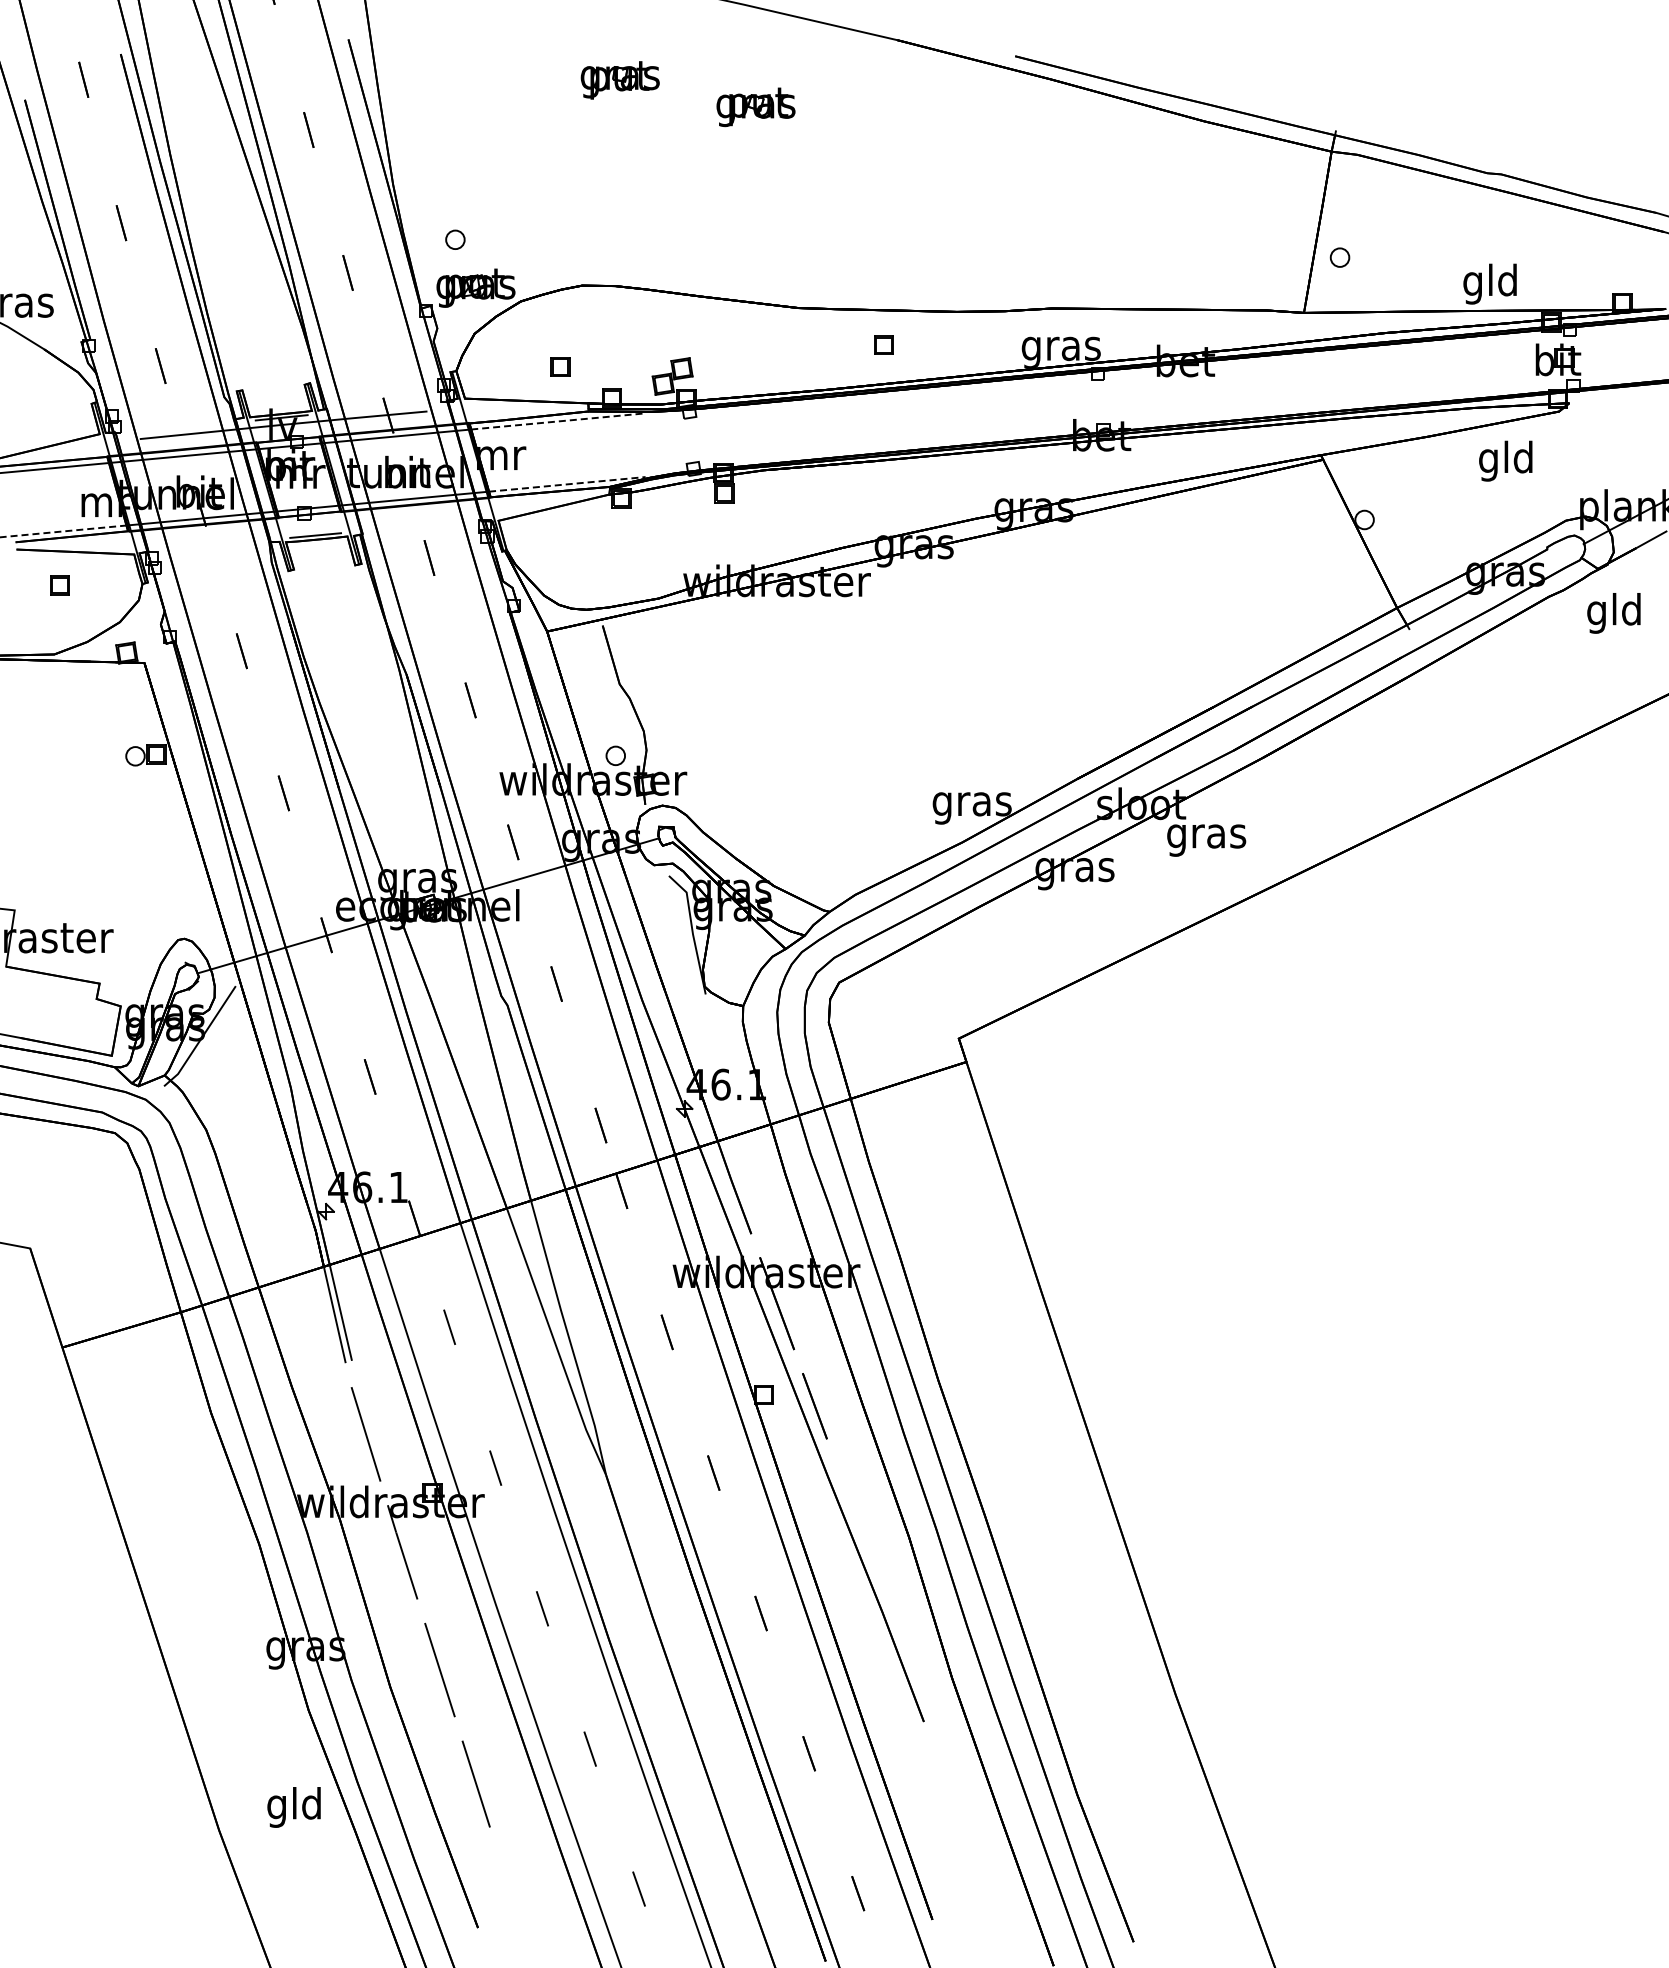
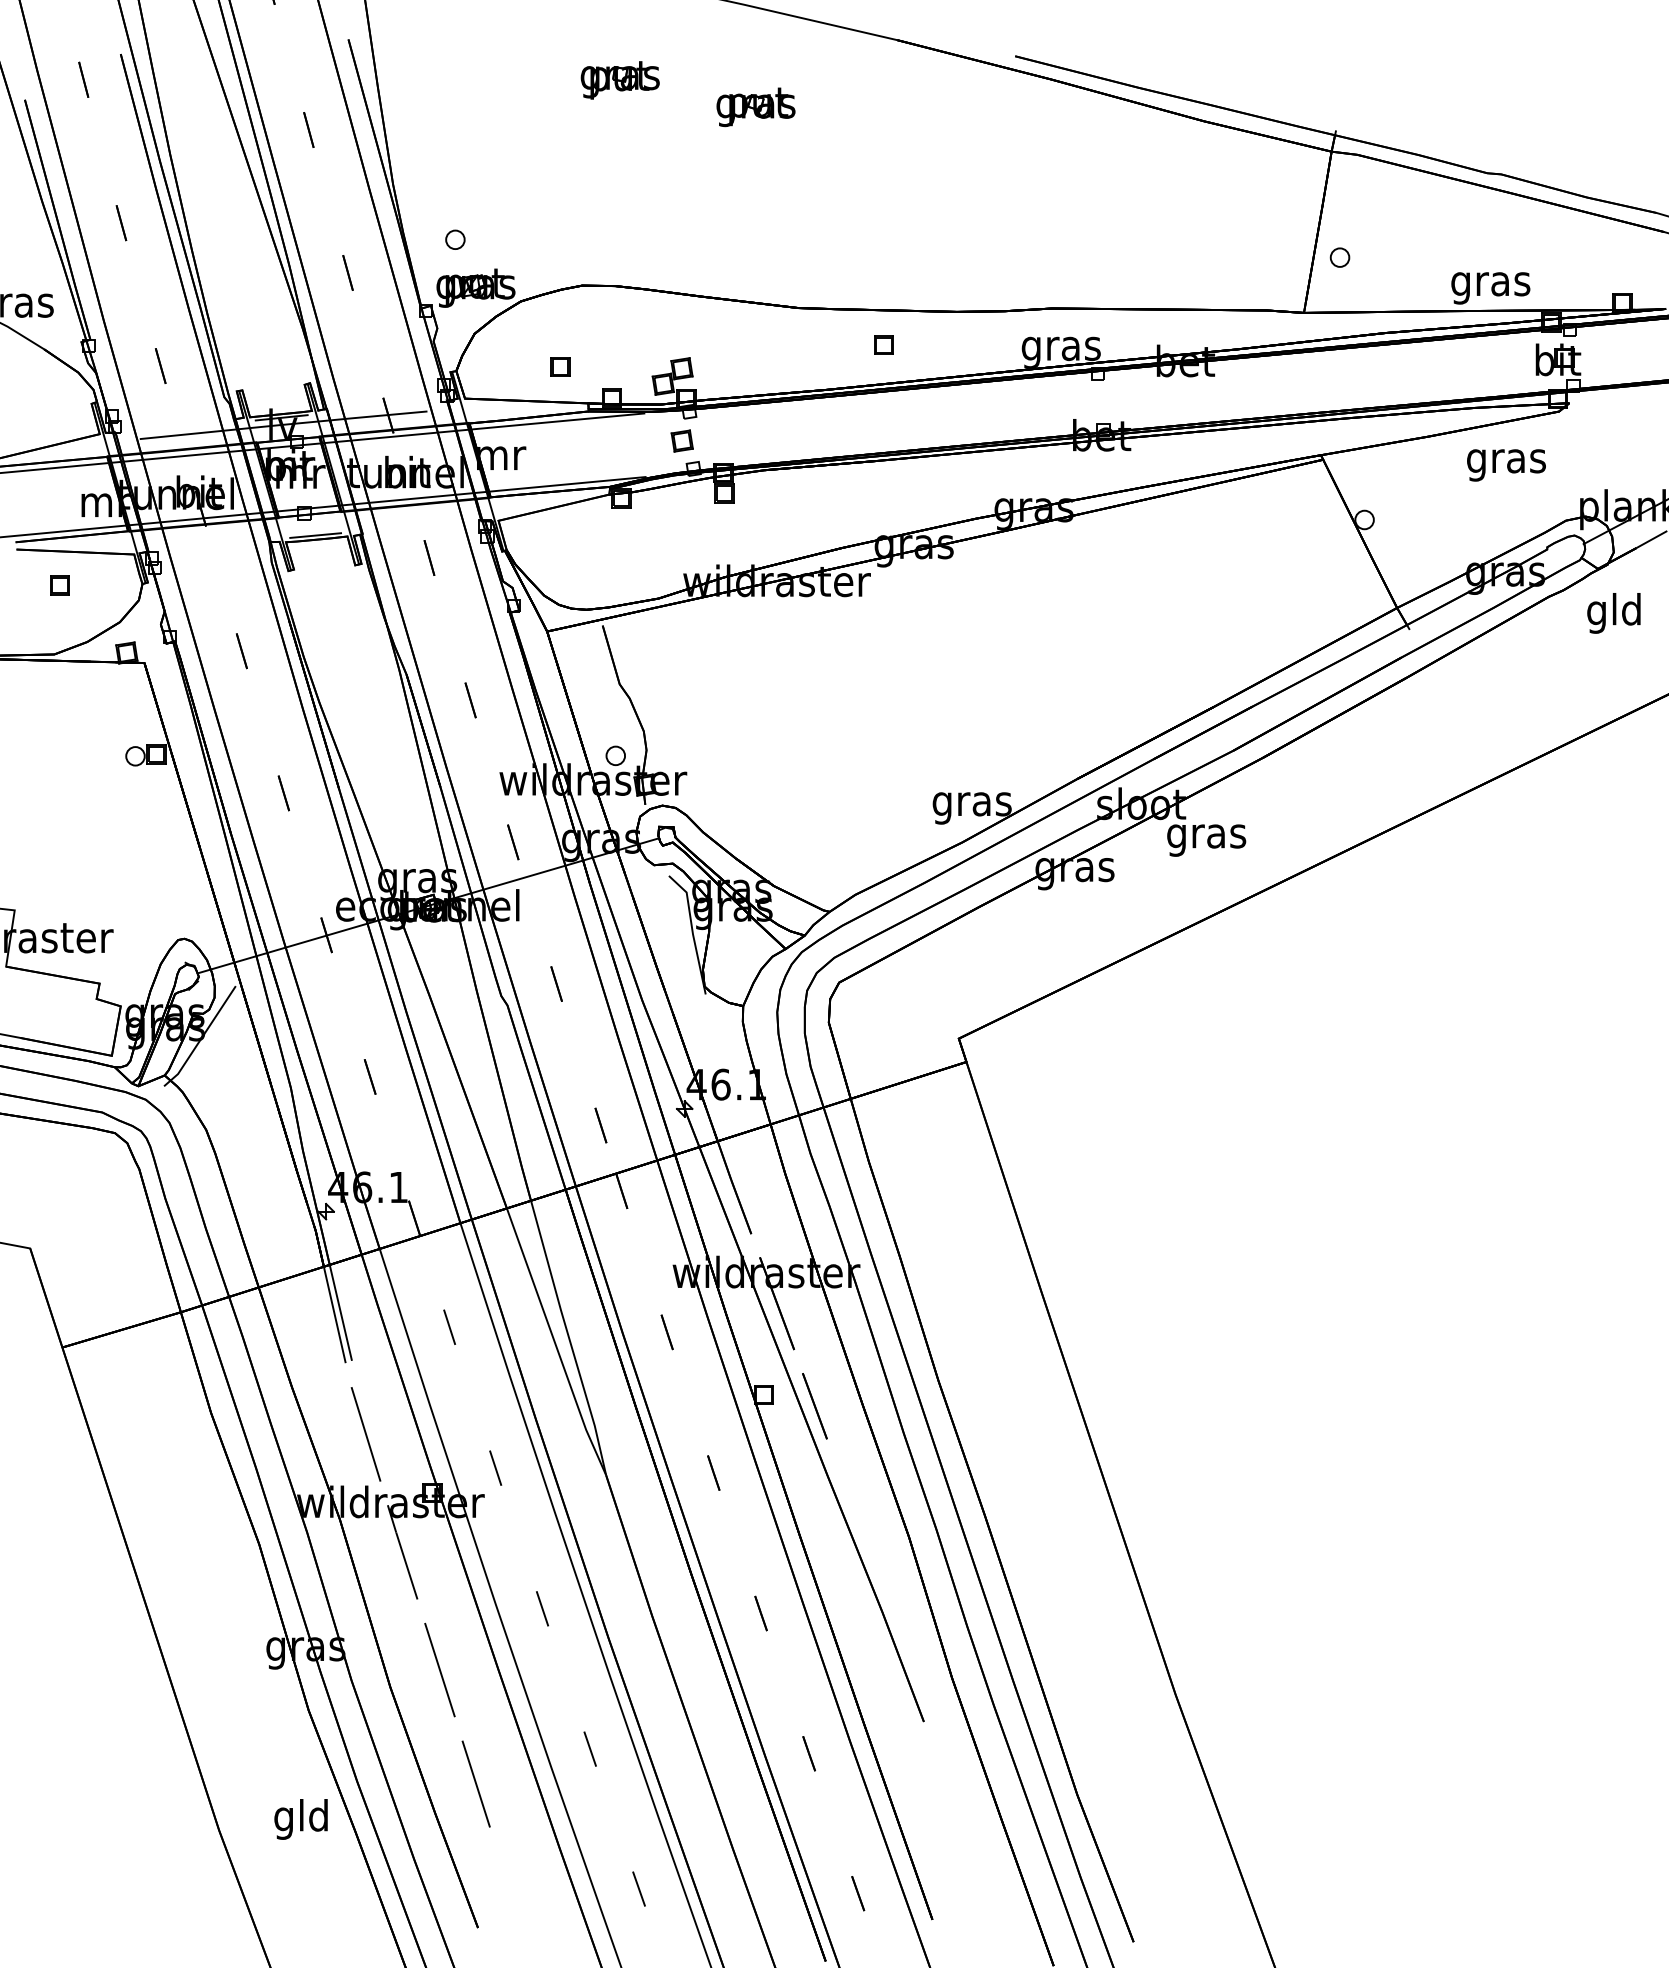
text at (1490, 283): gld -> gras
line at (557, 421): dashed -> solid
part at (681, 440): none -> present
text at (1506, 460): gld -> gras
line at (567, 484): dashed -> solid
line at (63, 531): dashed -> solid
text at (293, 1807) position: (293, 1807) -> (300, 1819)
